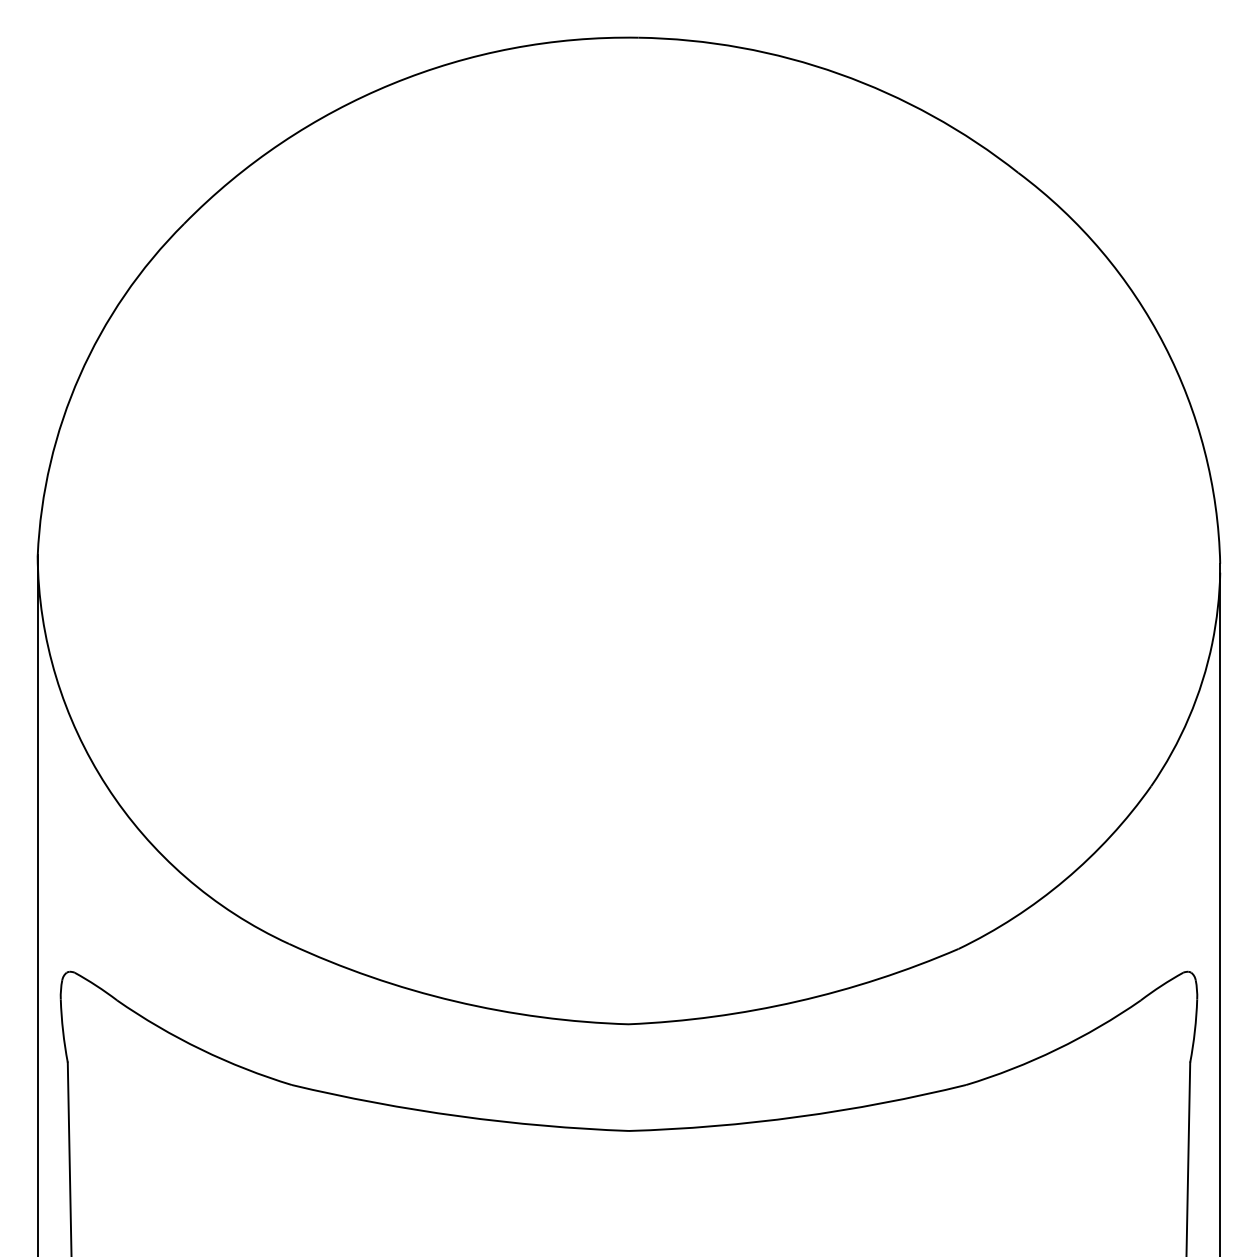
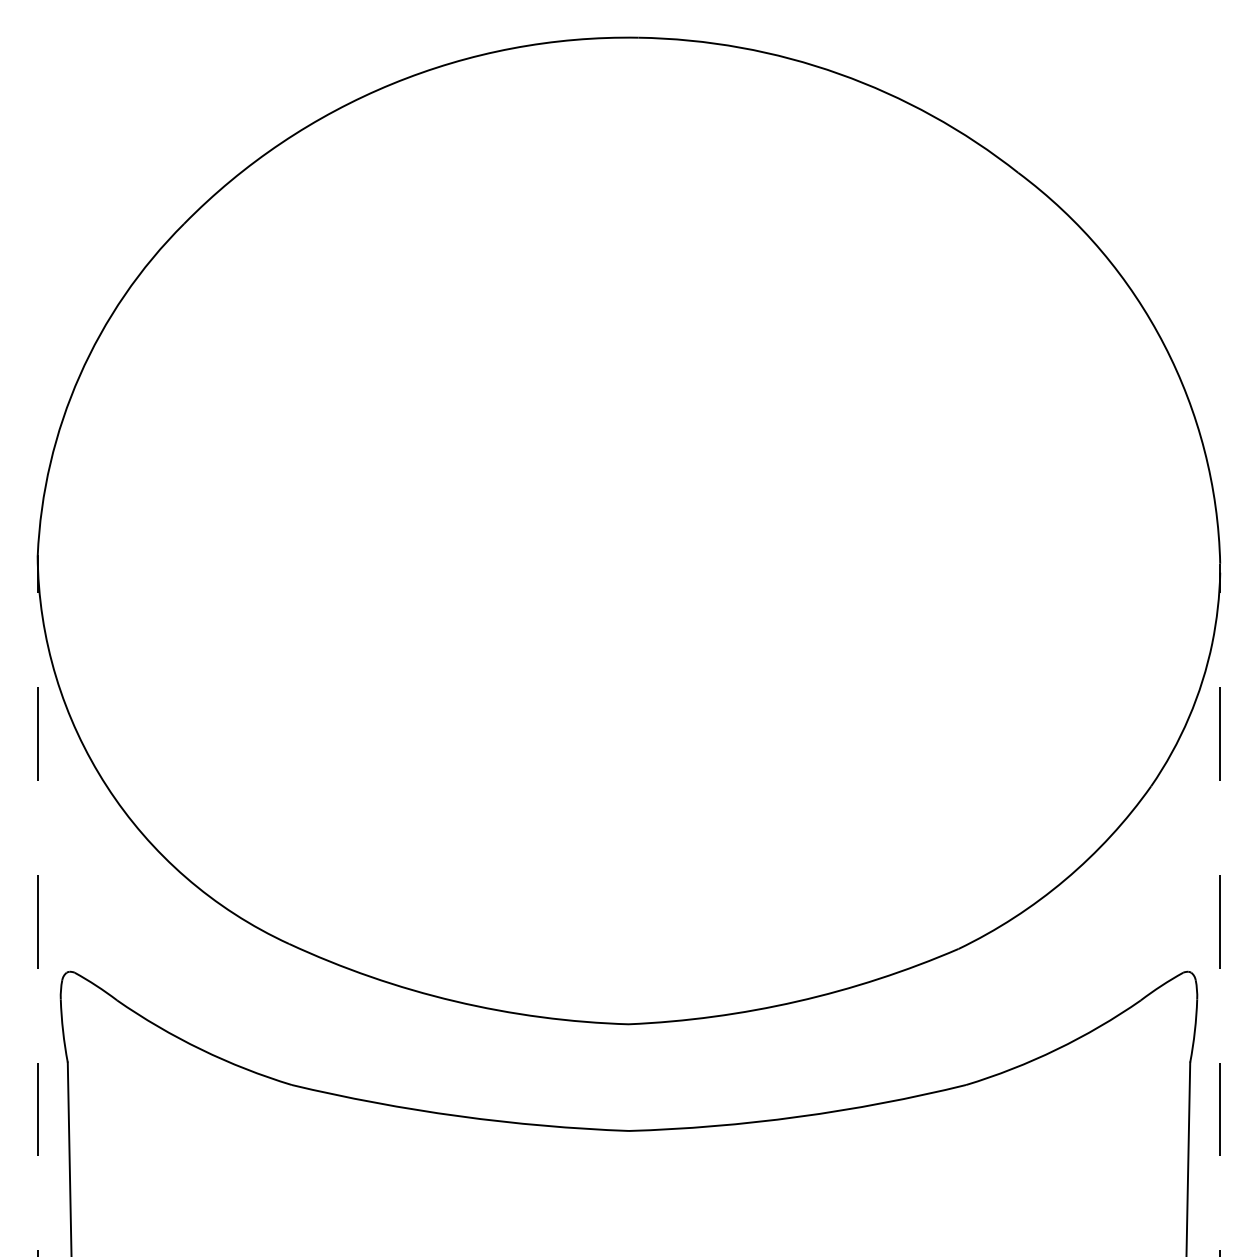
line at (37, 905): solid -> dashed
line at (1220, 909): solid -> dashed
